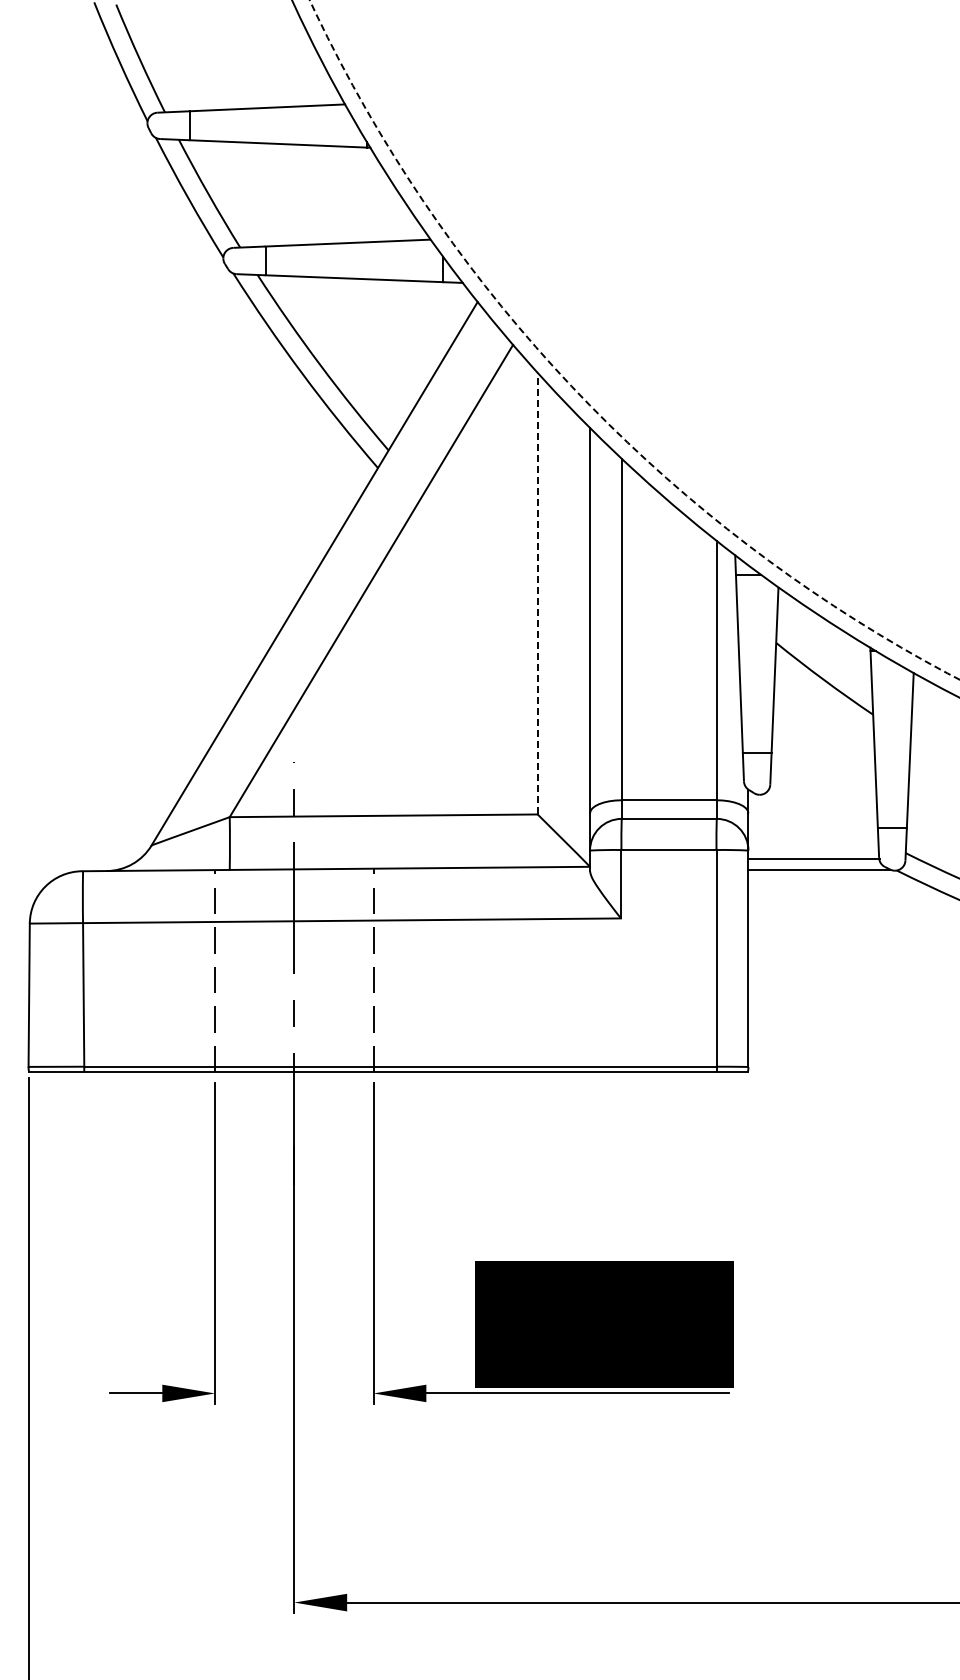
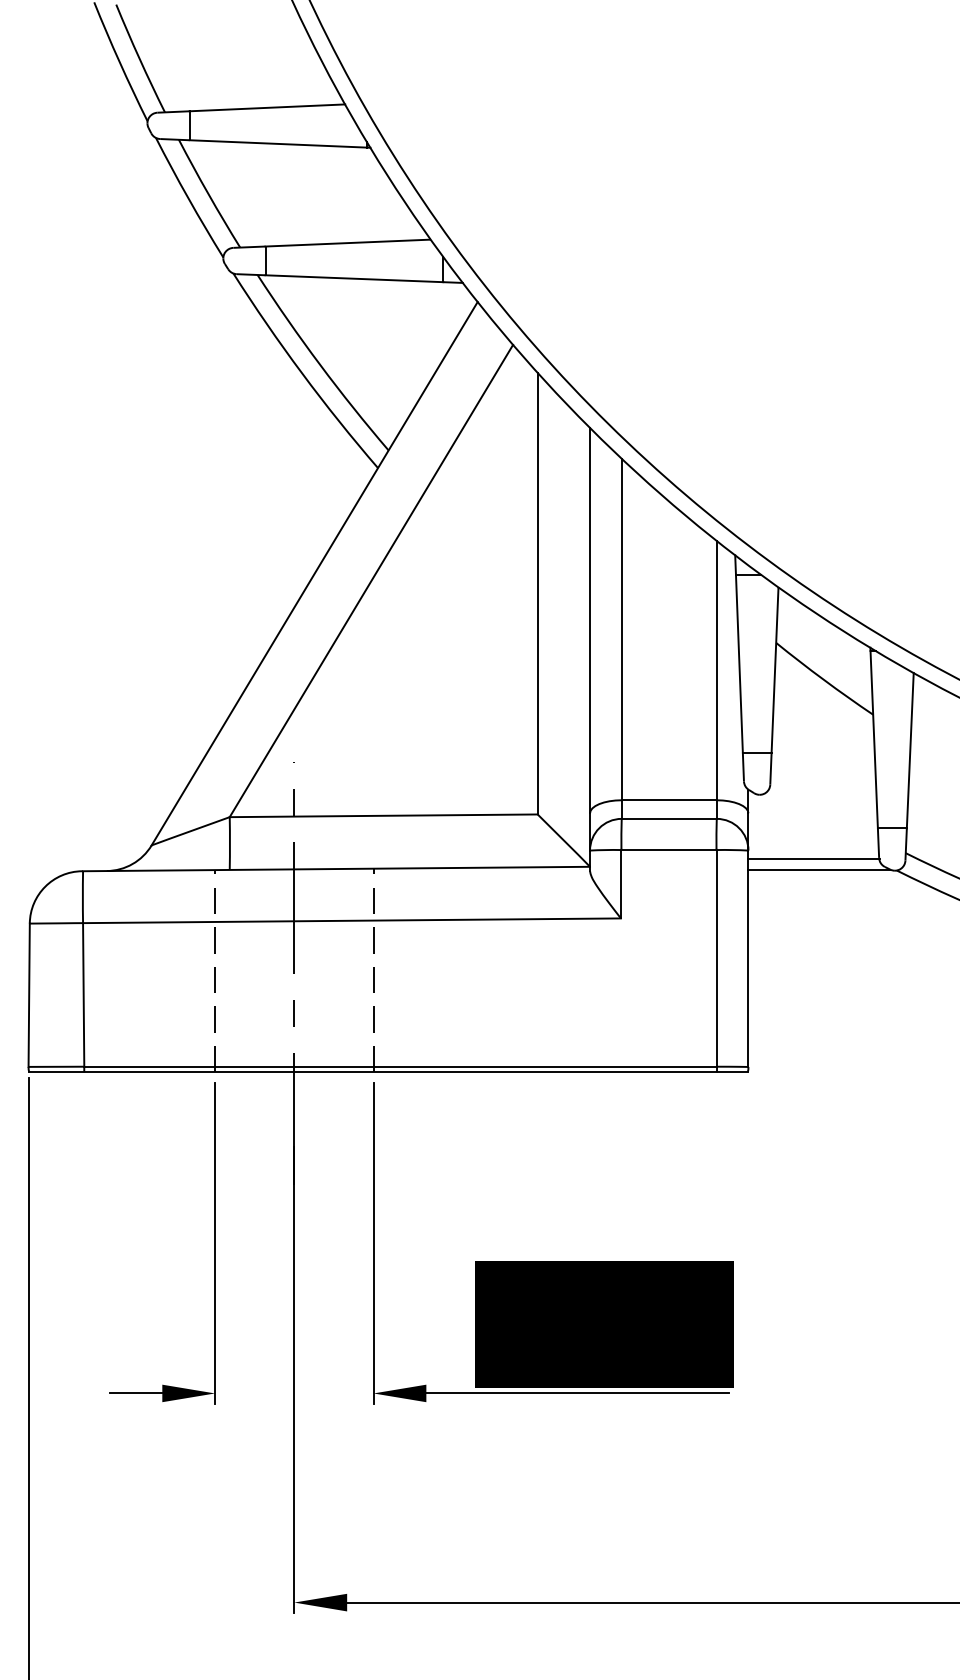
arc at (580, 395): dashed -> solid
line at (537, 593): dashed -> solid
